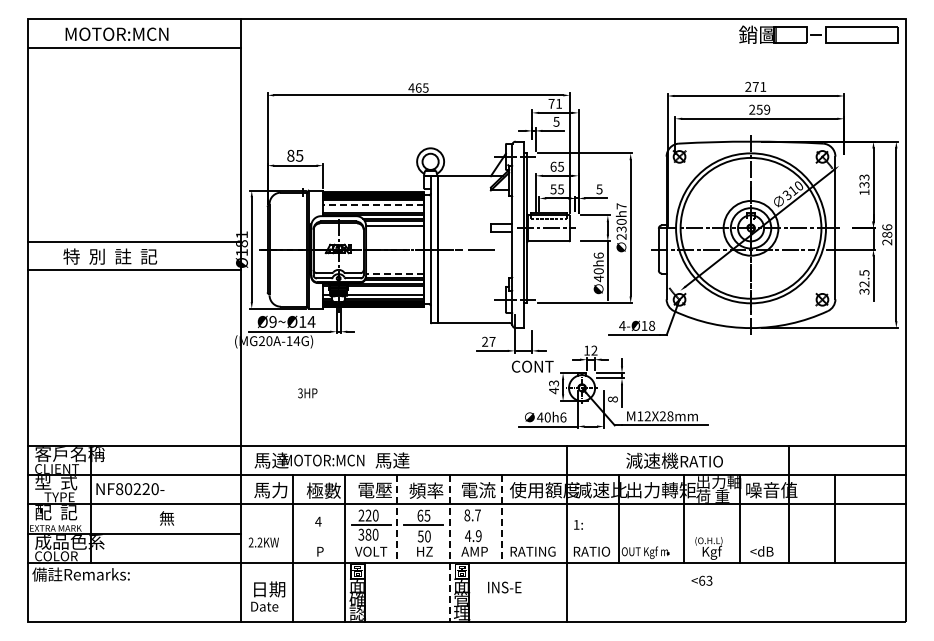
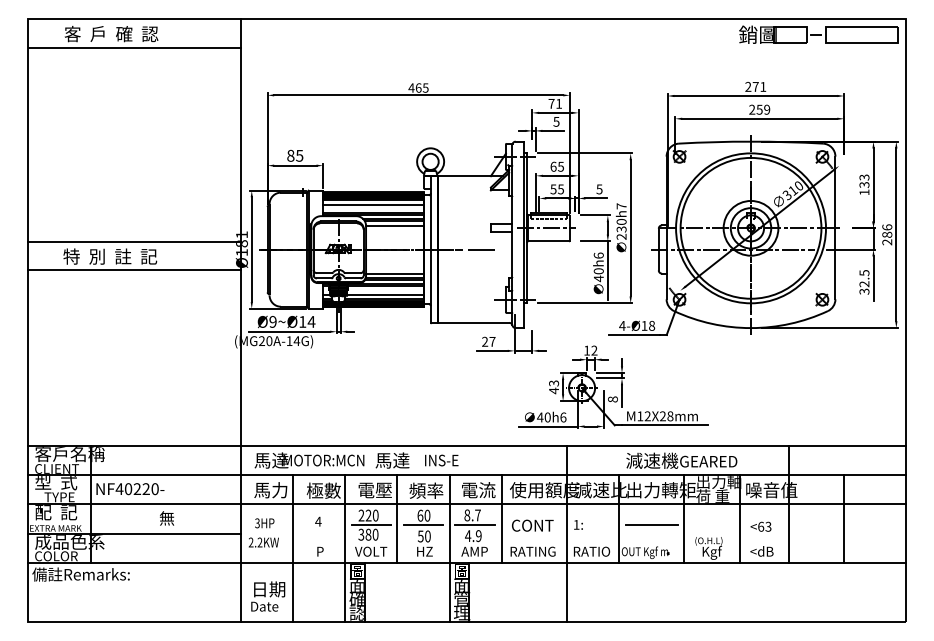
text at (116, 33): MOTOR:MCN -> 客  戶  確  認
line at (372, 204): dashed -> solid
line at (394, 273): dashed -> solid
text at (532, 366) position: (532, 366) -> (532, 525)
text at (307, 393) position: (307, 393) -> (264, 523)
text at (708, 461): RATIO -> GEARED
text at (119, 489): NF80220- -> NF40220-
text at (427, 515): 65 -> 60
line at (835, 518) position: (835, 518) -> (844, 518)
line at (397, 519): dashed -> solid
line at (501, 519): dashed -> solid
line at (474, 525): none -> present
line at (651, 525): none -> present
line at (449, 548): dashed -> solid
text at (701, 580) position: (701, 580) -> (760, 526)
text at (504, 587) position: (504, 587) -> (441, 460)
